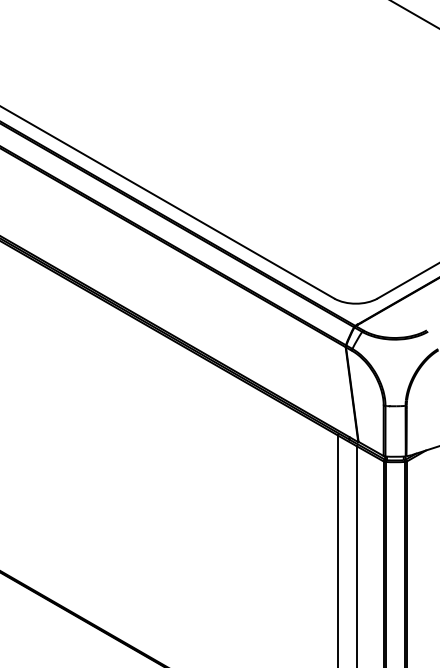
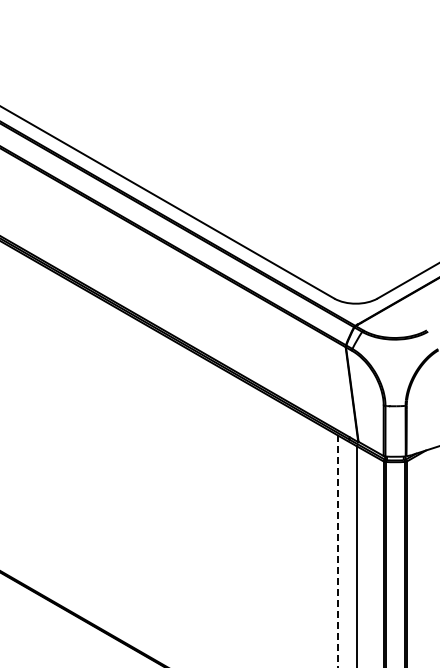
line at (414, 14): present -> none
line at (337, 551): solid -> dashed
